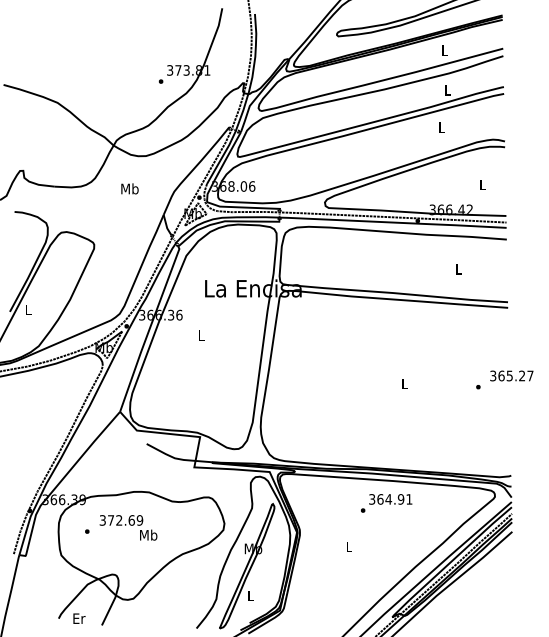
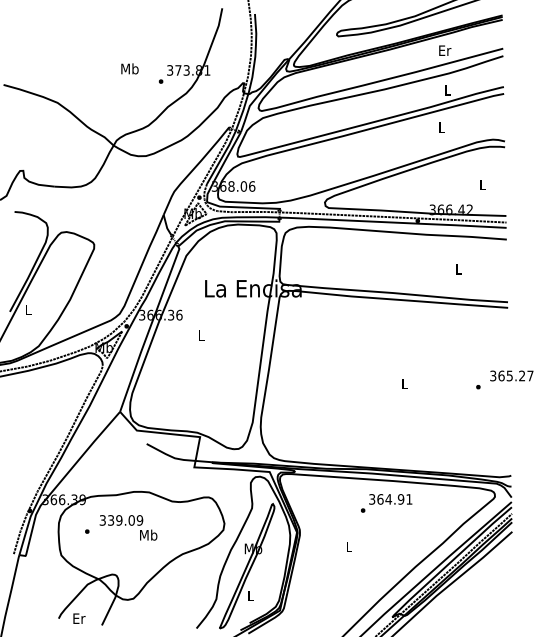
text at (445, 50): L -> Er
text at (129, 188) position: (129, 188) -> (129, 68)
text at (121, 520): 372.69 -> 339.09
